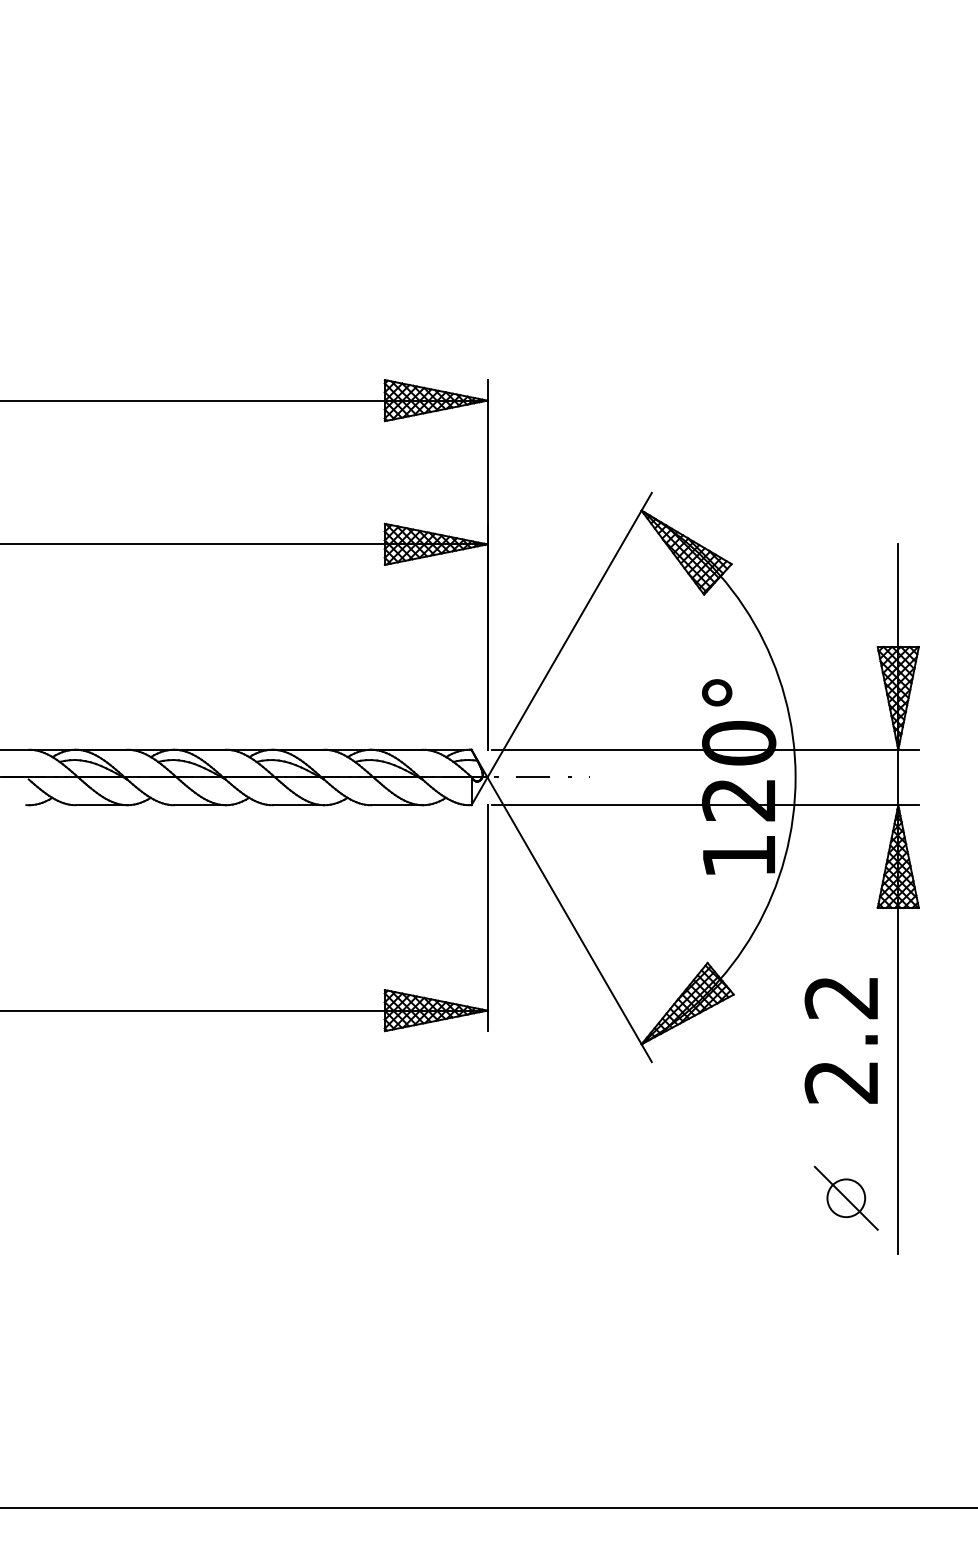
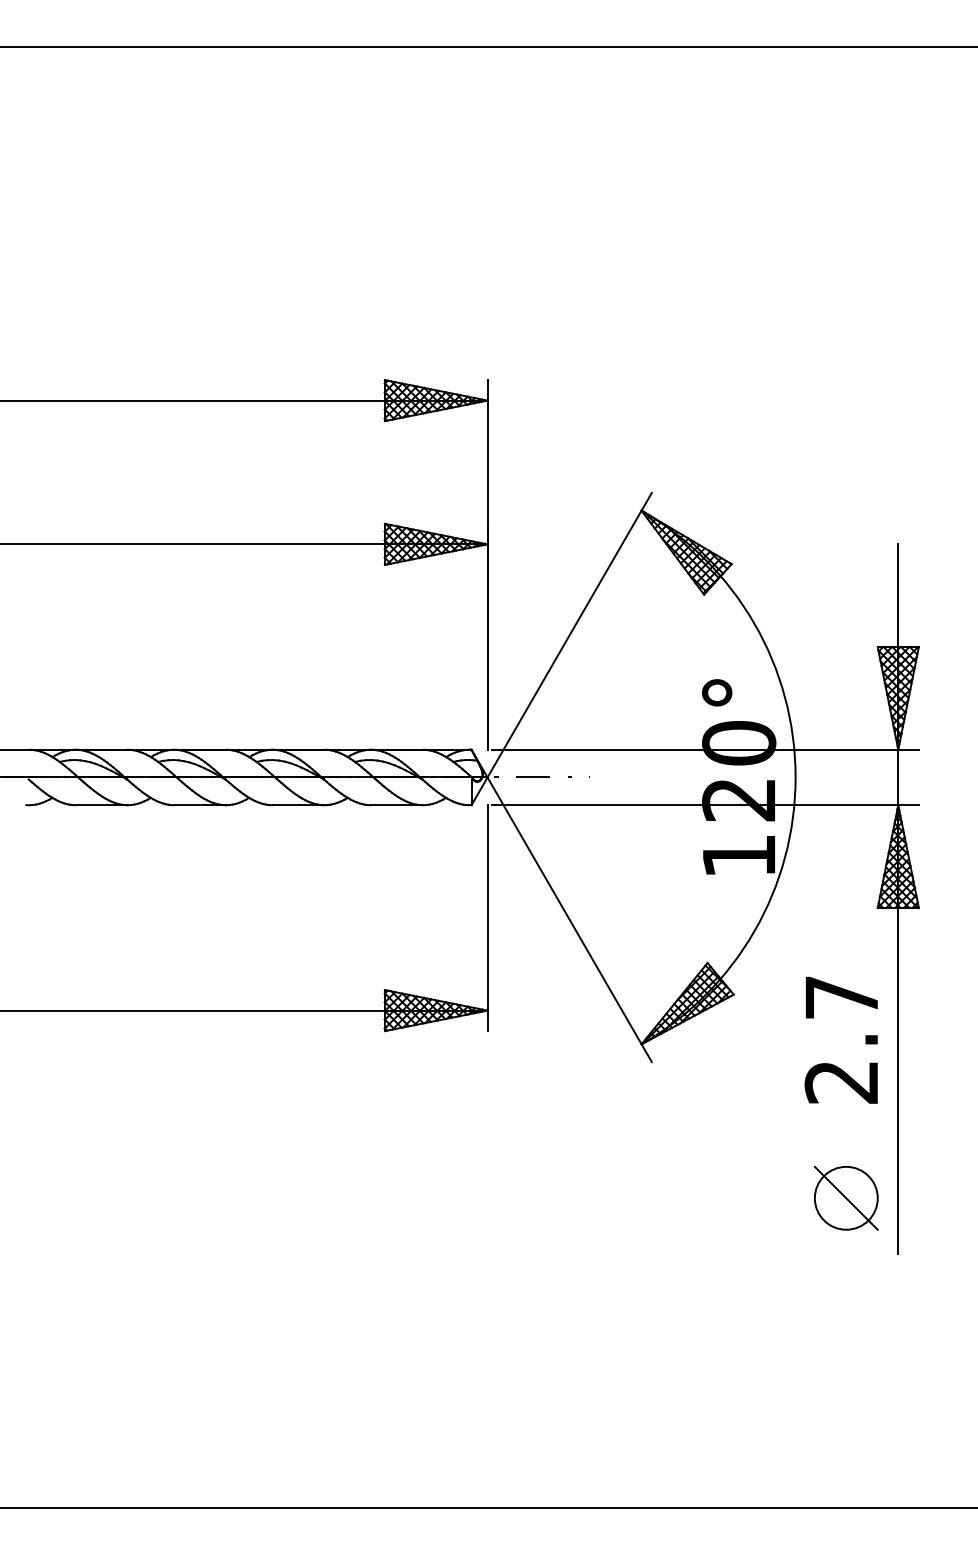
line at (488, 46): none -> present
text at (840, 997): 2.2 -> 2.7
circle at (846, 1198) diameter: 38 px -> 63 px
